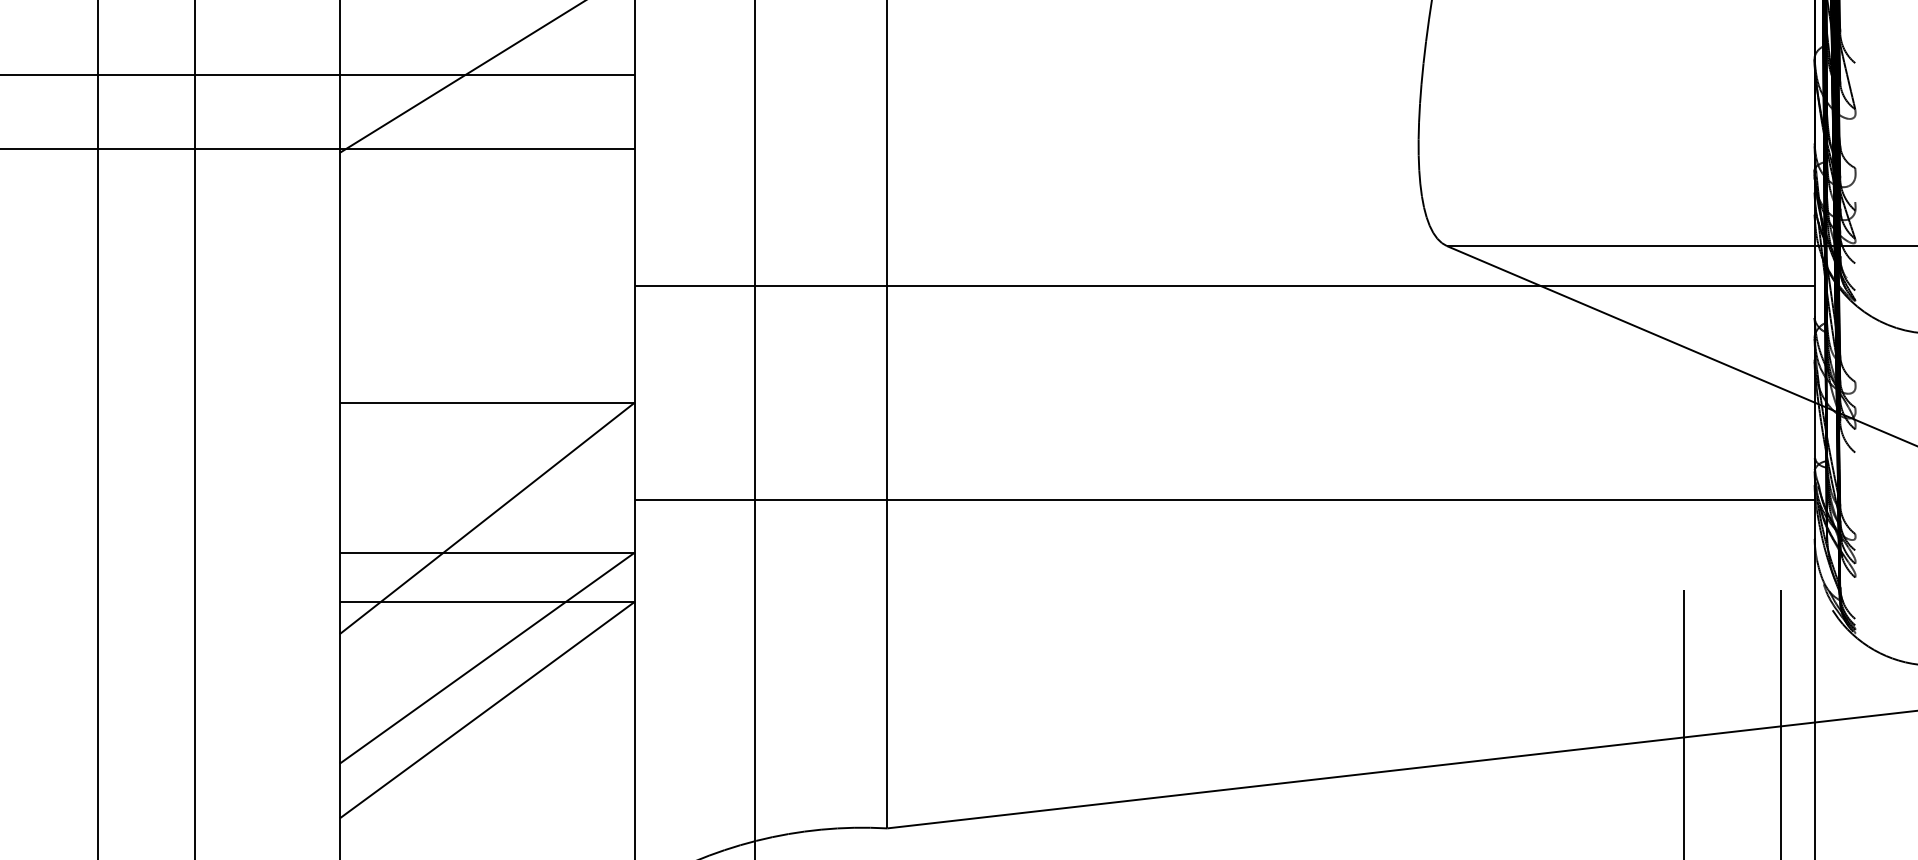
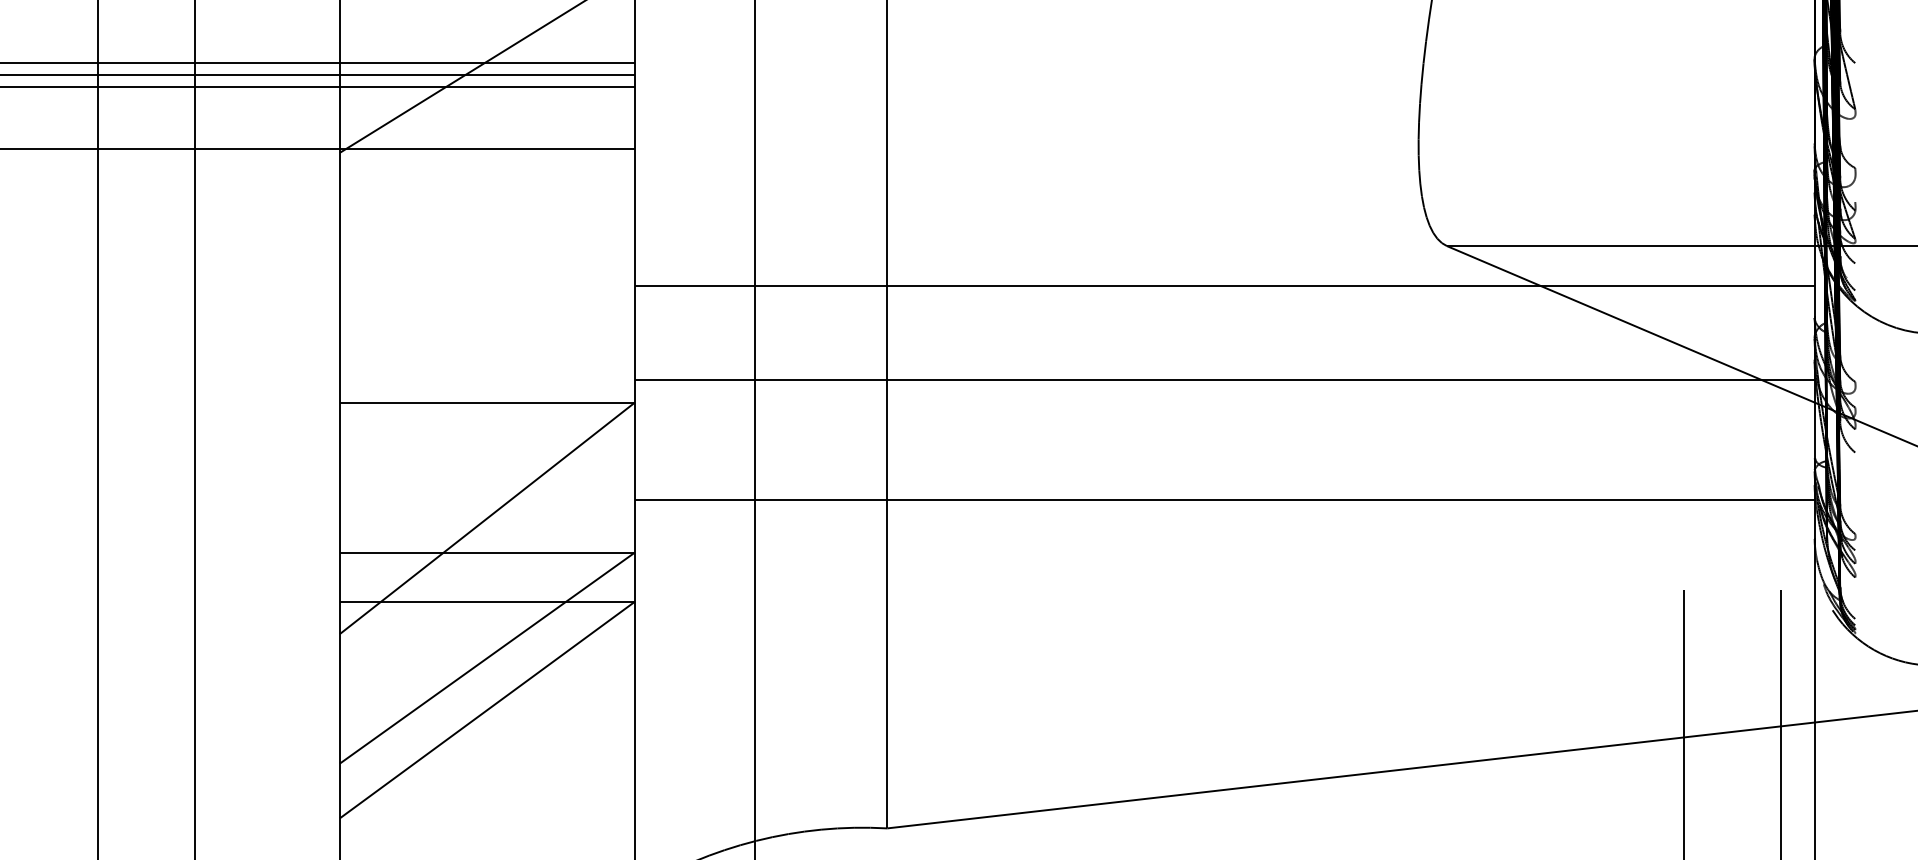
line at (318, 62): none -> present
line at (318, 87): none -> present
line at (1224, 379): none -> present
